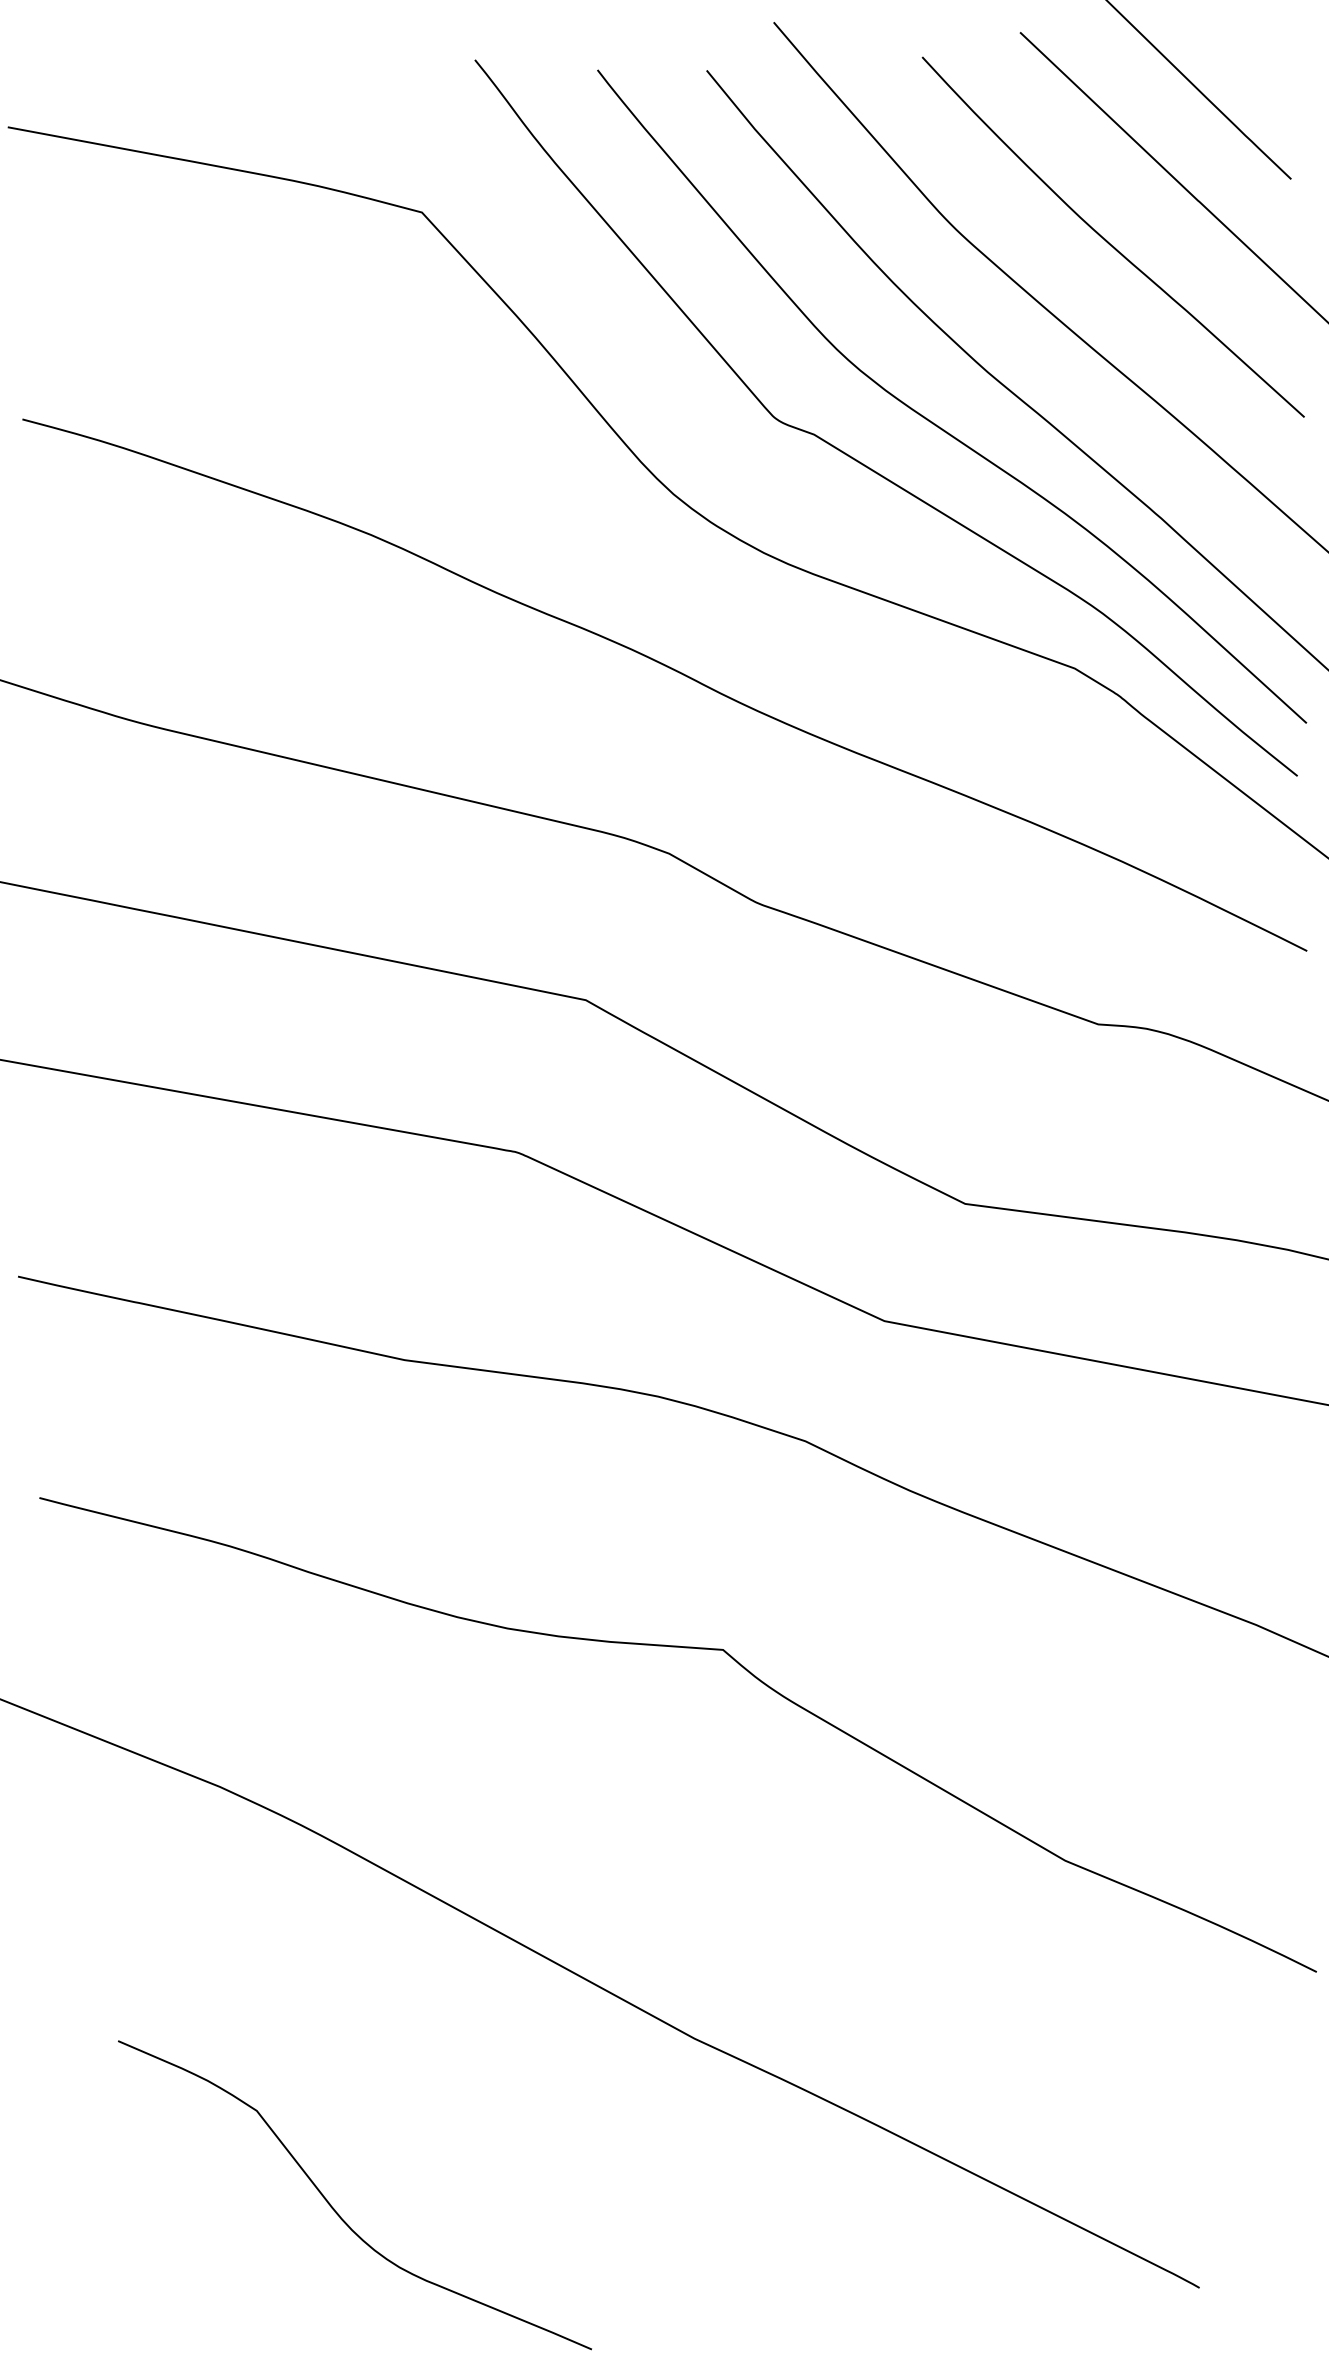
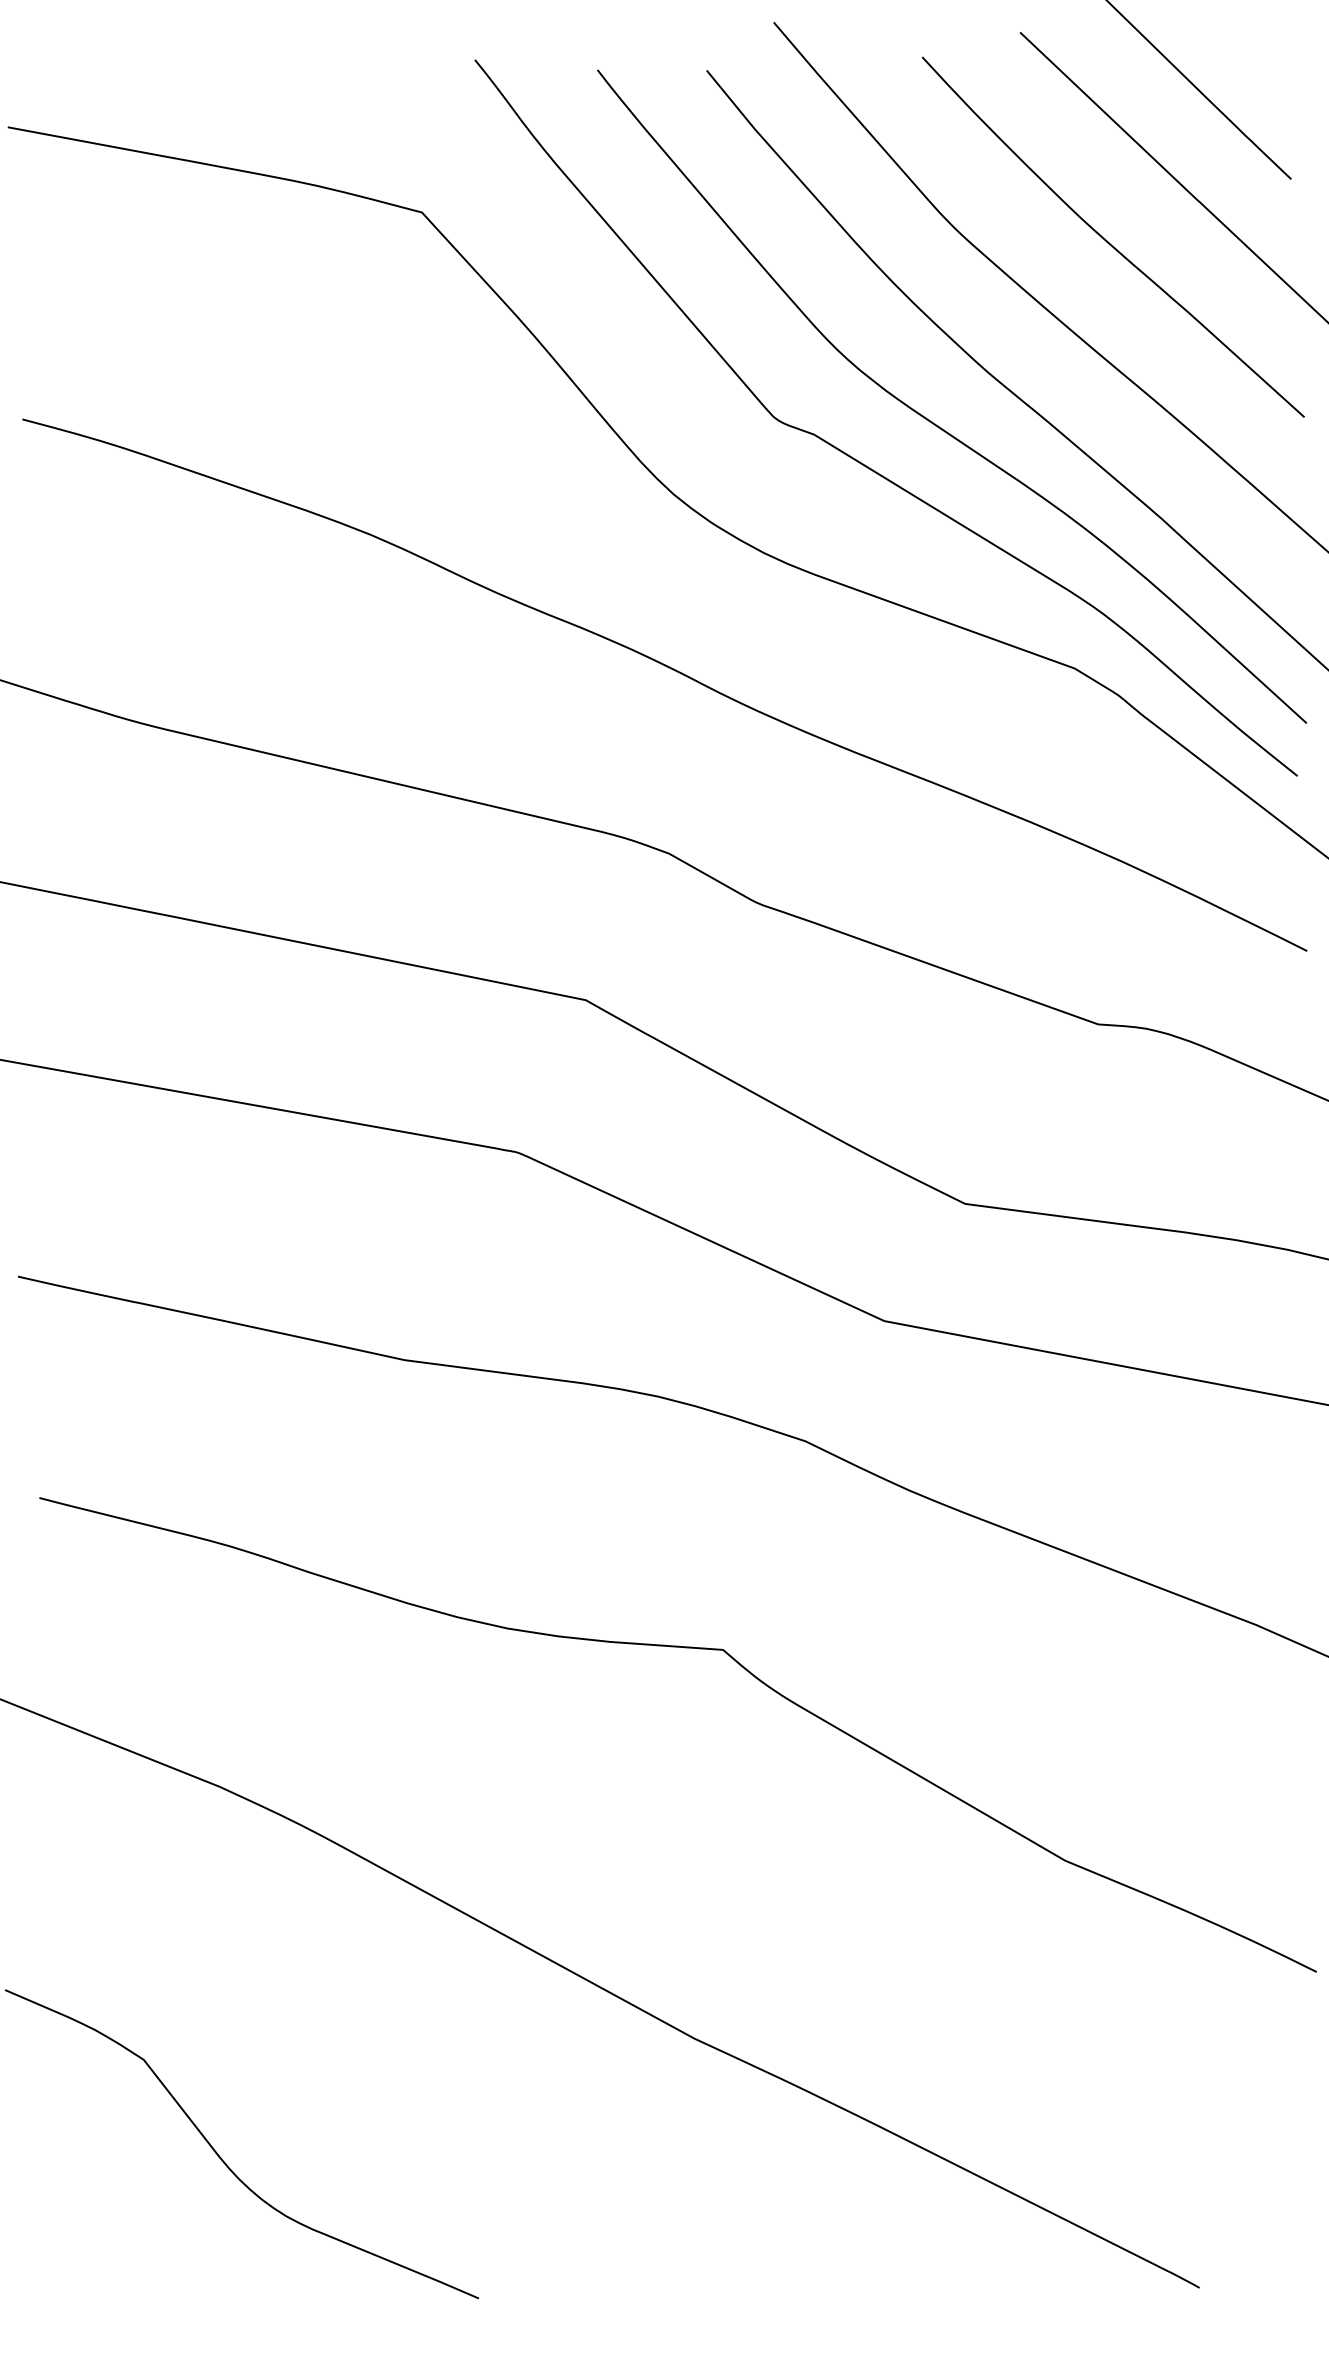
curve at (334, 2208) position: (334, 2208) -> (221, 2157)
